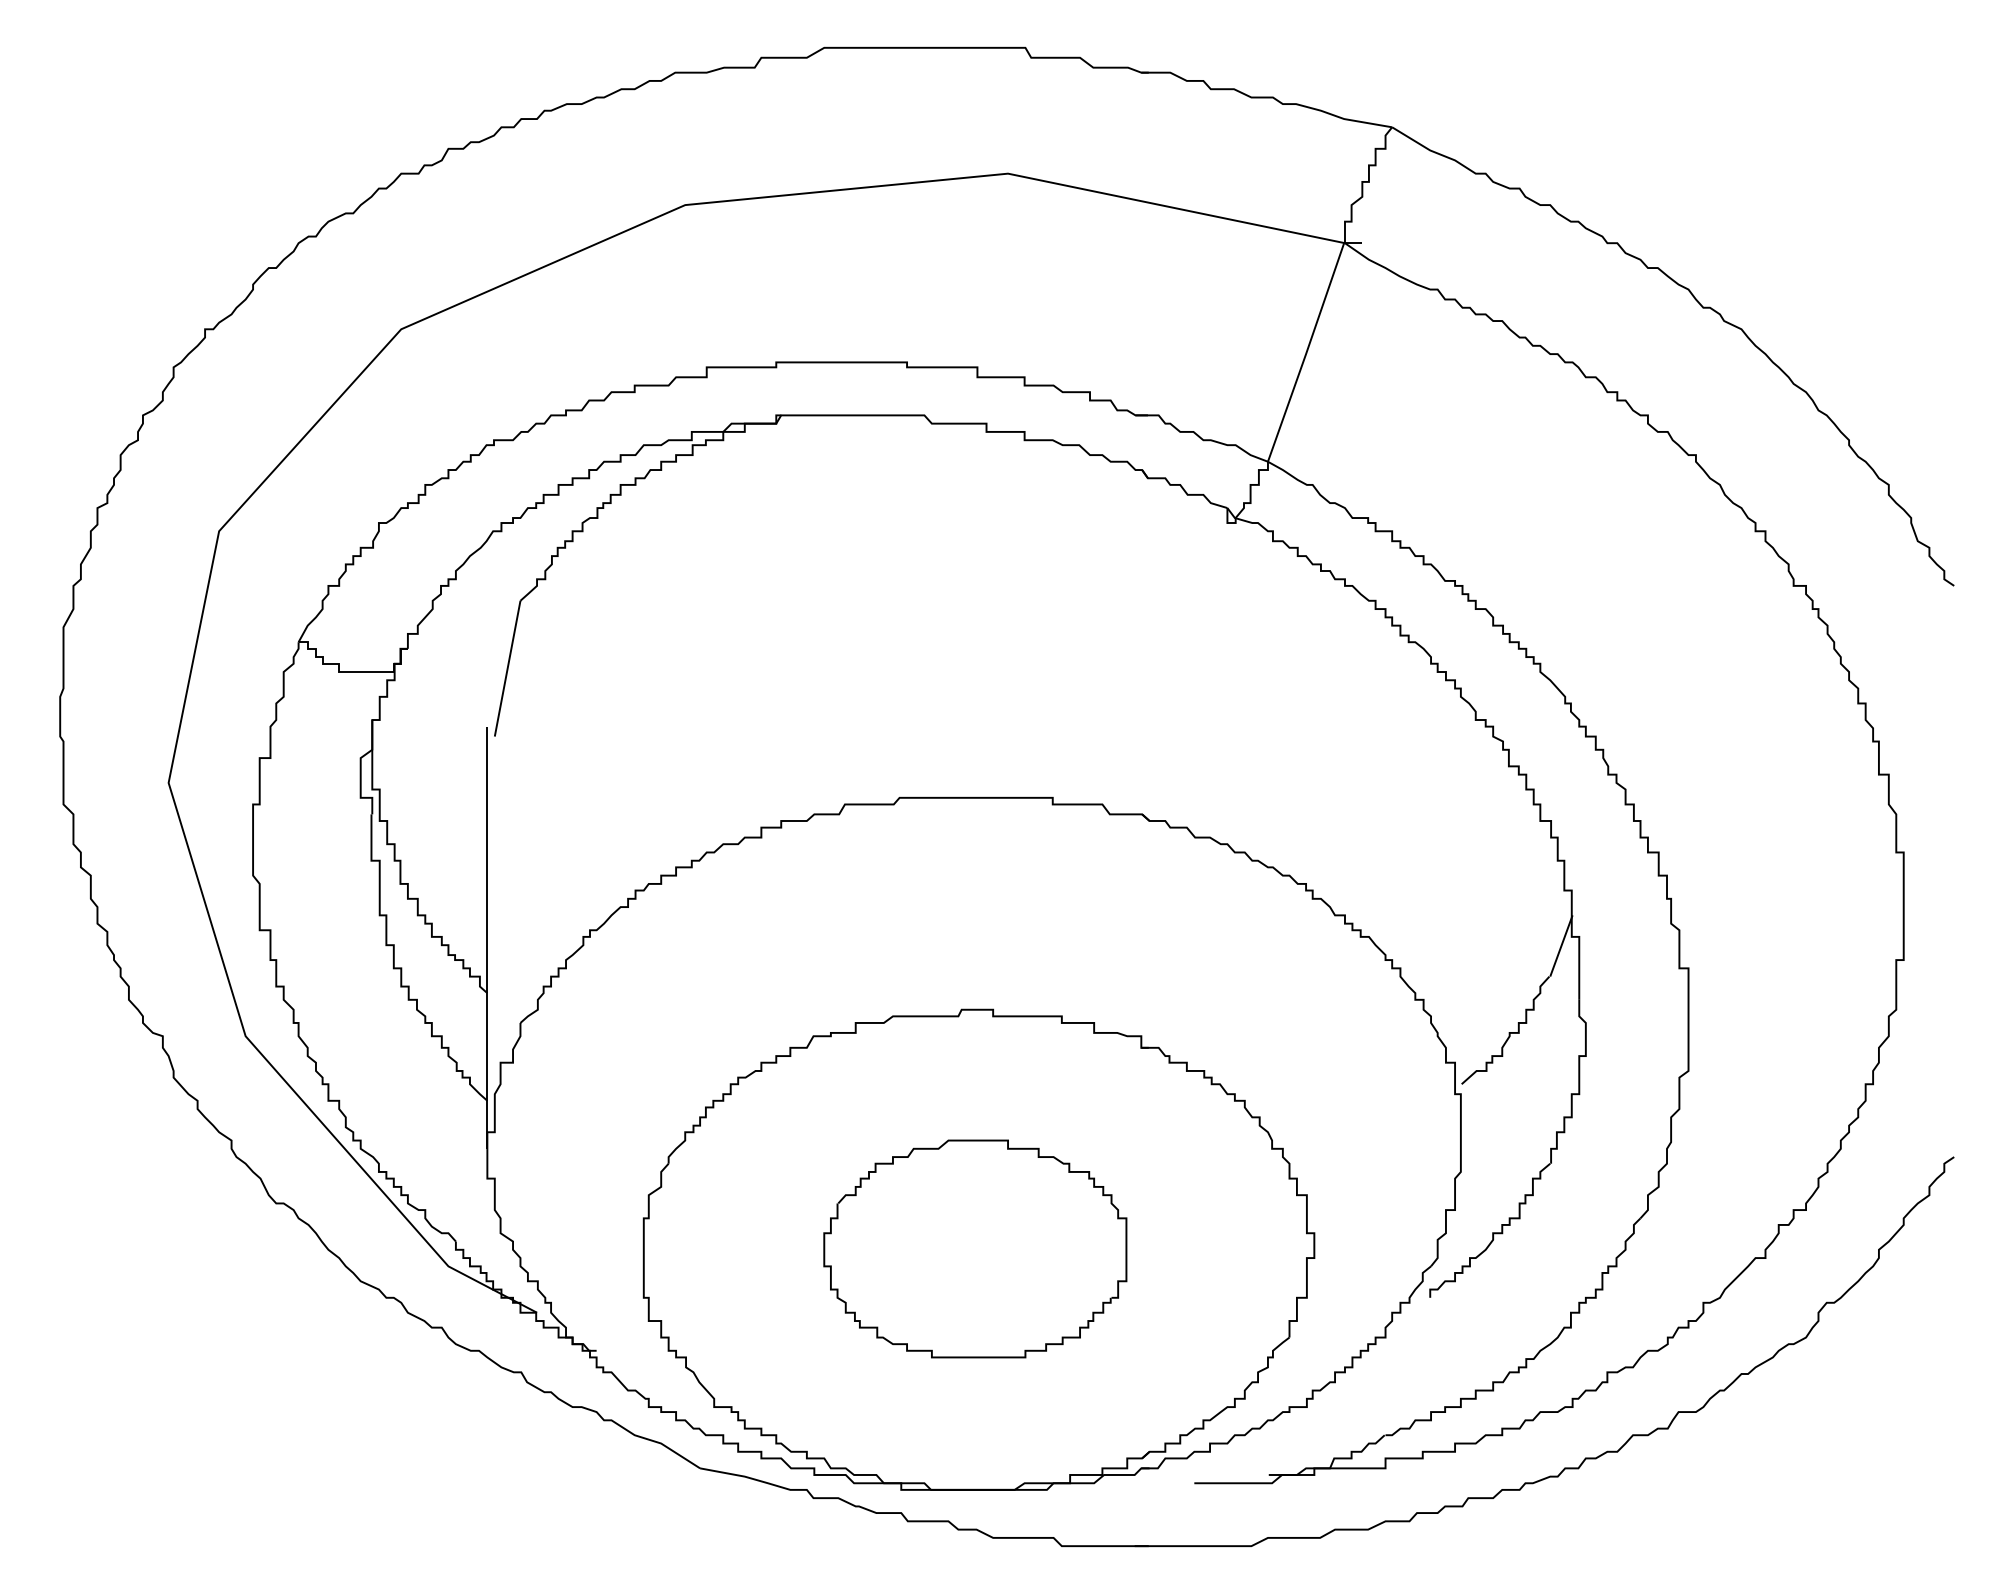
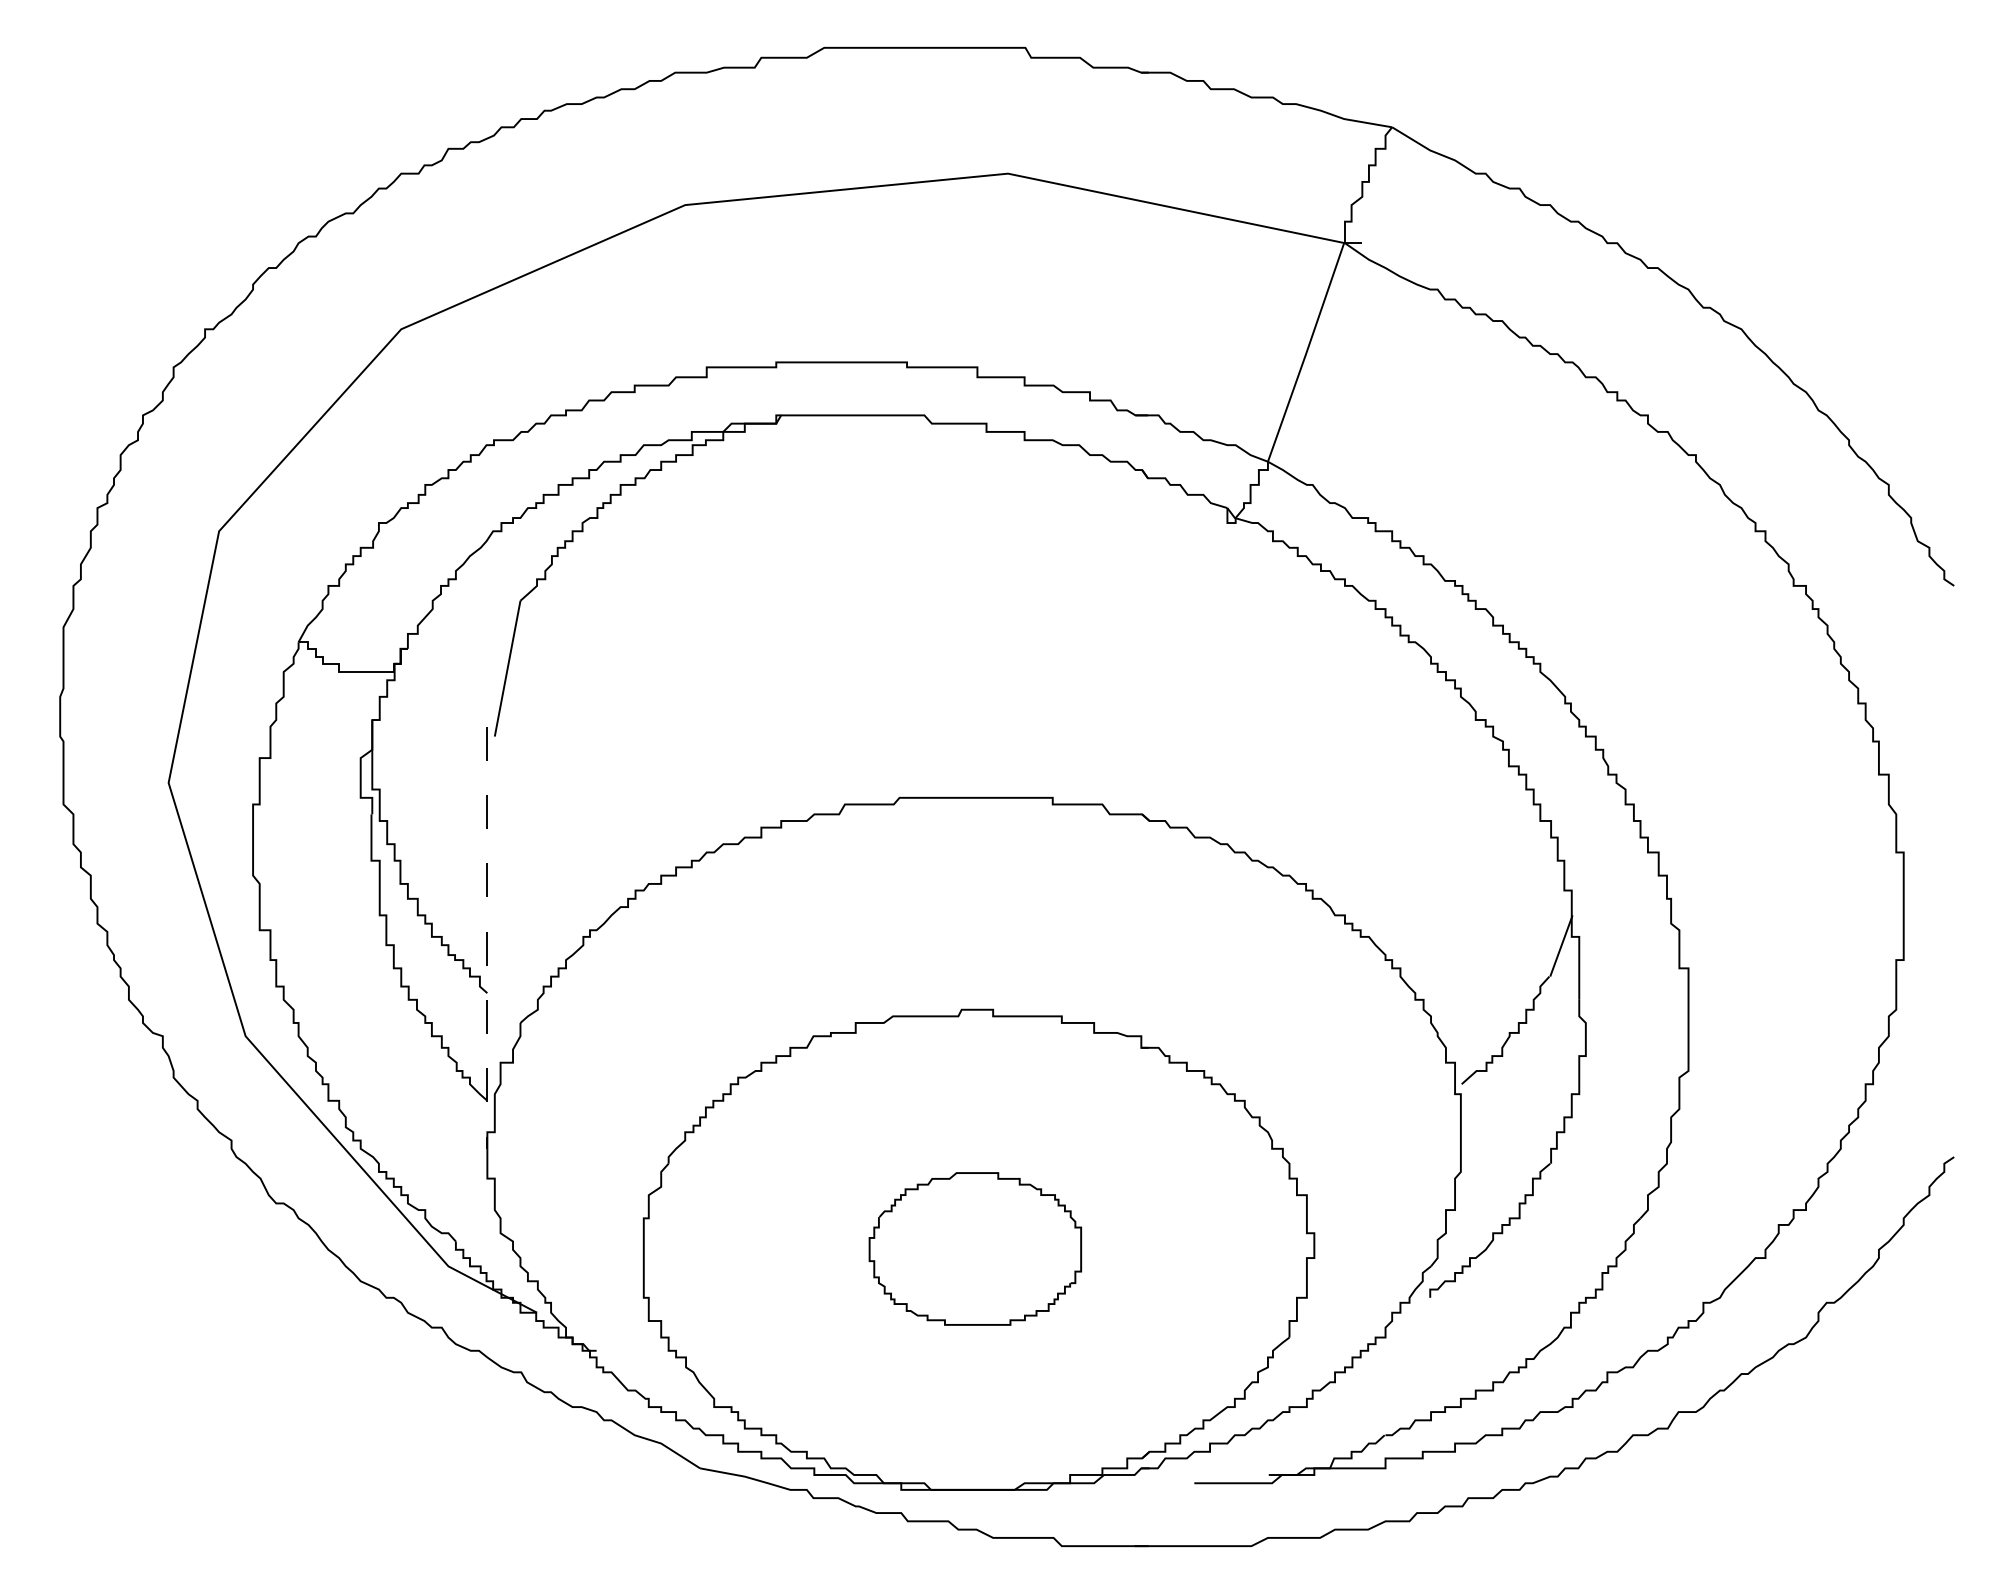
line at (487, 938): solid -> dashed
part at (975, 1248) size: 305x220 px -> 214x154 px
